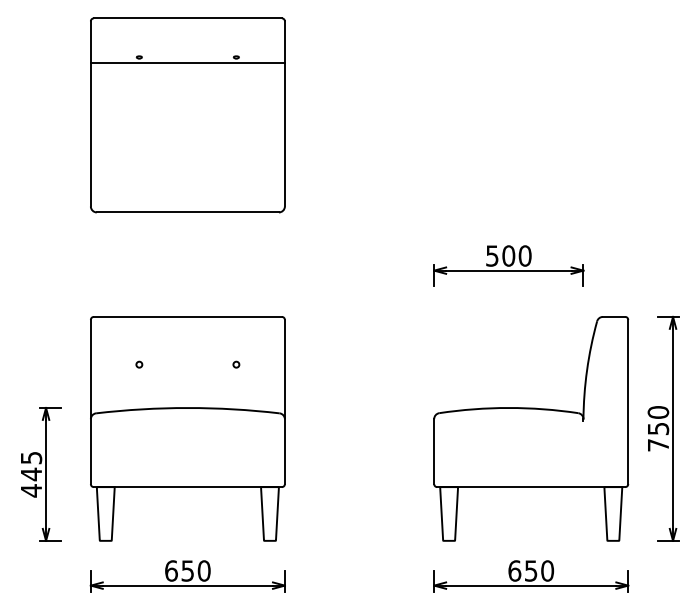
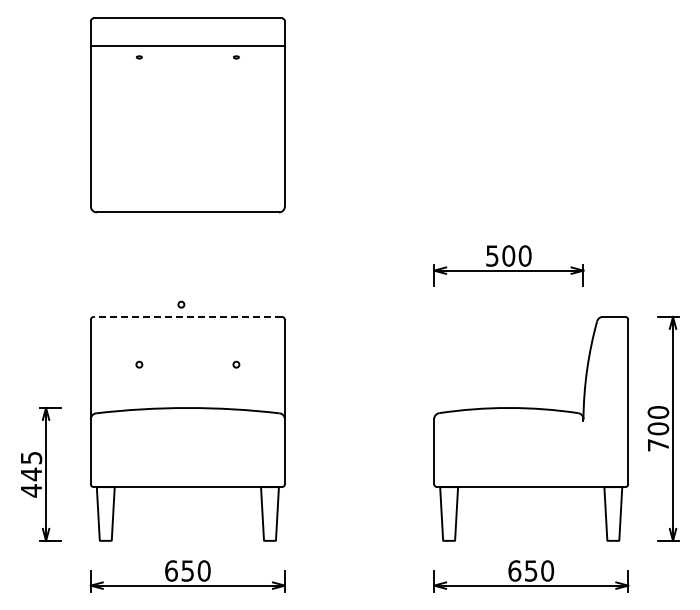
line at (187, 63) position: (187, 63) -> (187, 46)
circle at (181, 304): none -> present
line at (187, 316): solid -> dashed
text at (658, 428): 750 -> 700
